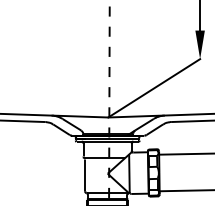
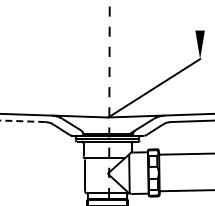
line at (200, 16): present -> none
line at (22, 121): solid -> dashed
